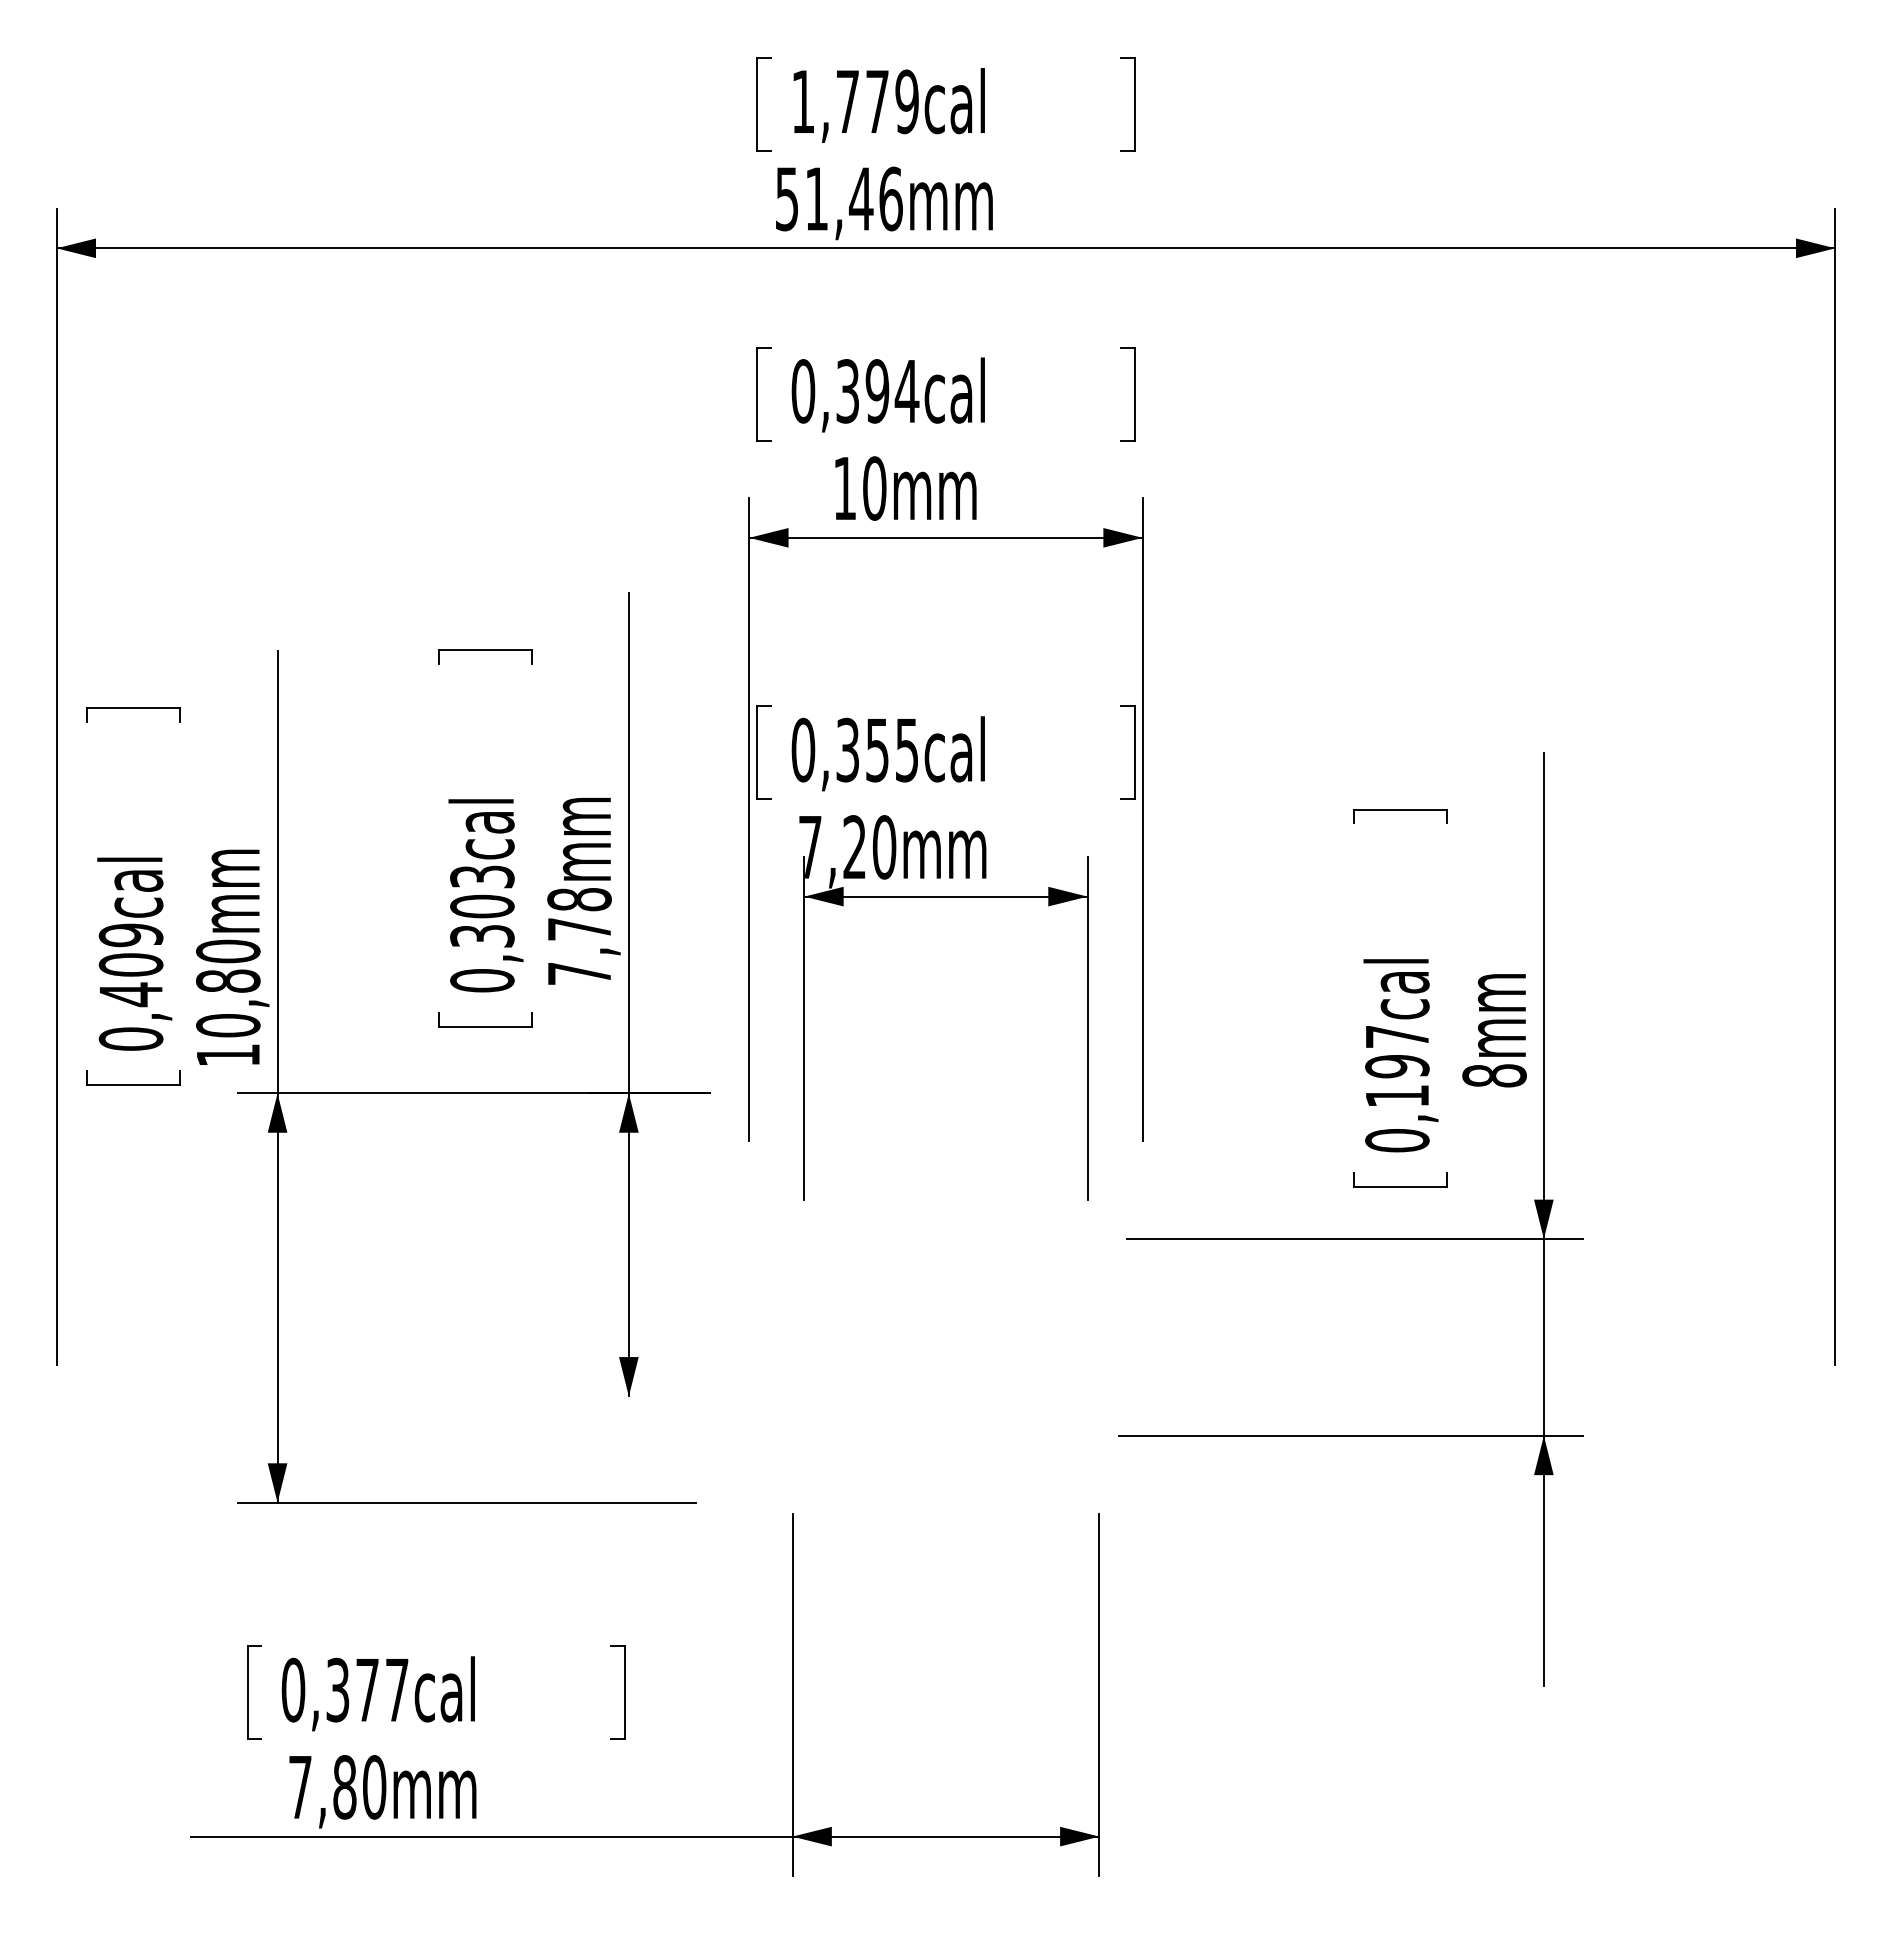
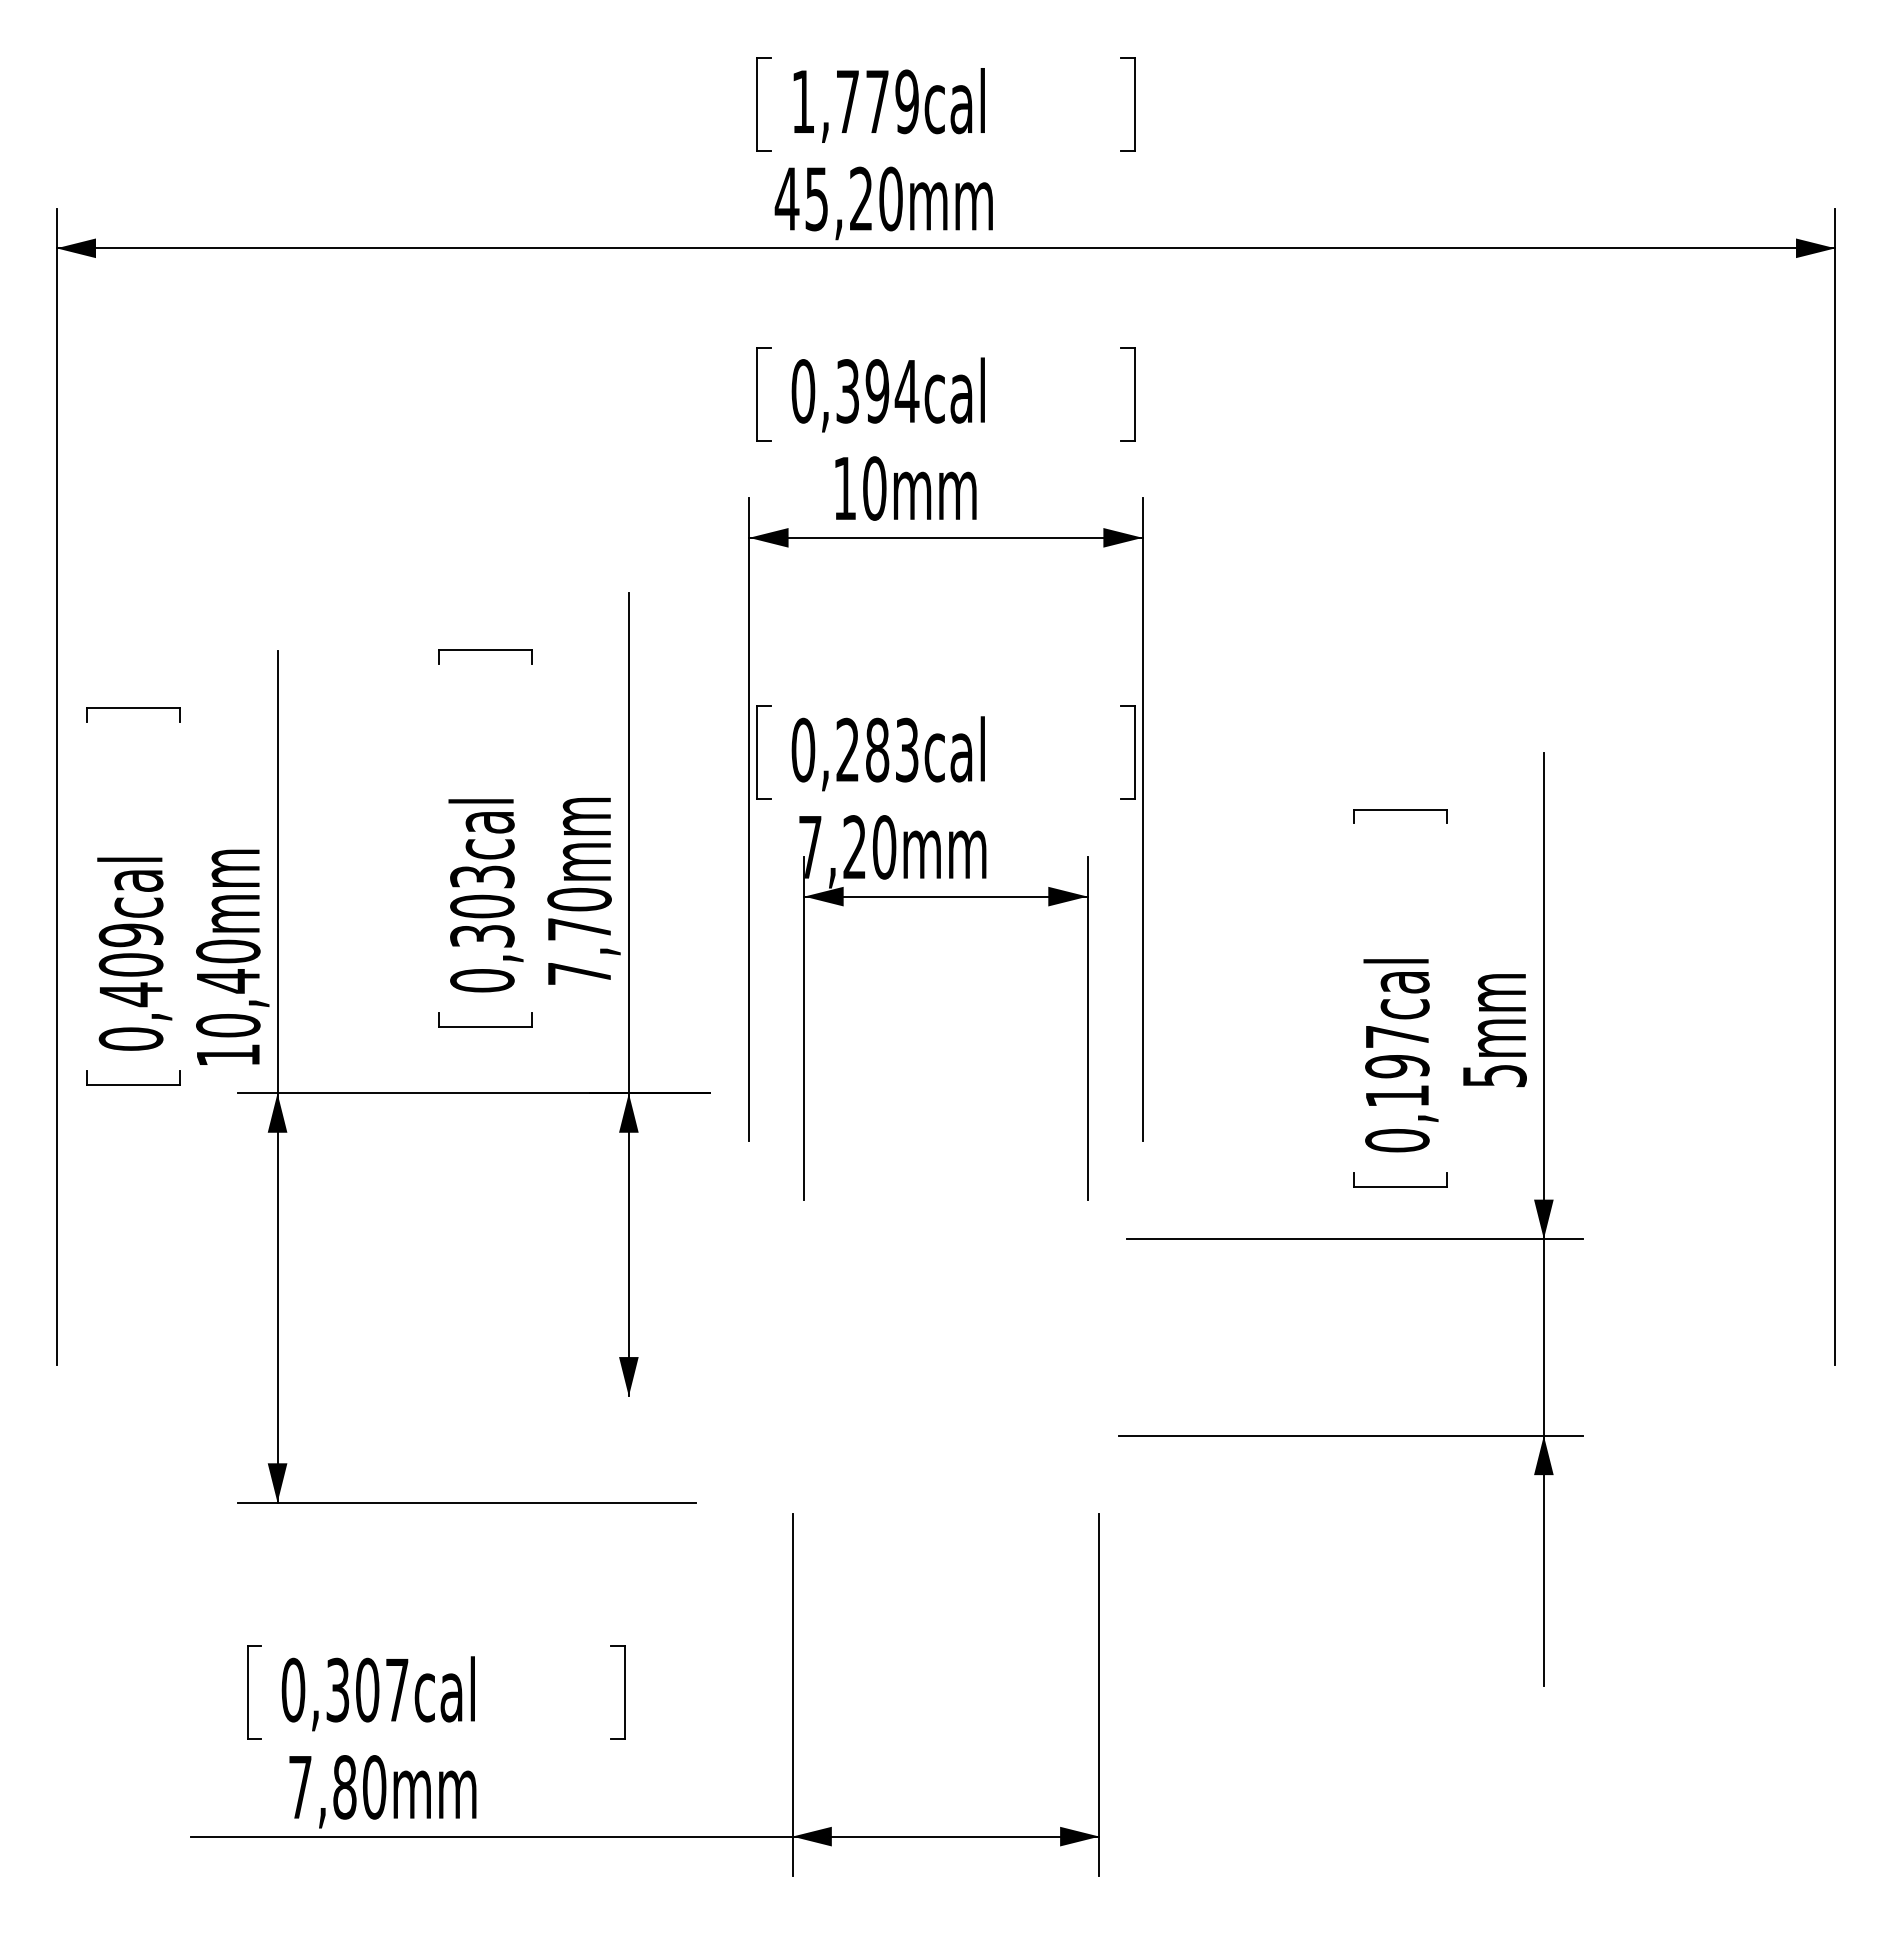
text at (838, 198): 51,46mm -> 45,20mm
text at (877, 749): 0,355cal -> 0,283cal
text at (579, 899): 7,78mm -> 7,70mm
text at (228, 981): 10,80mm -> 10,40mm
text at (1494, 1075): 8mm -> 5mm
text at (367, 1689): 0,377cal -> 0,307cal
